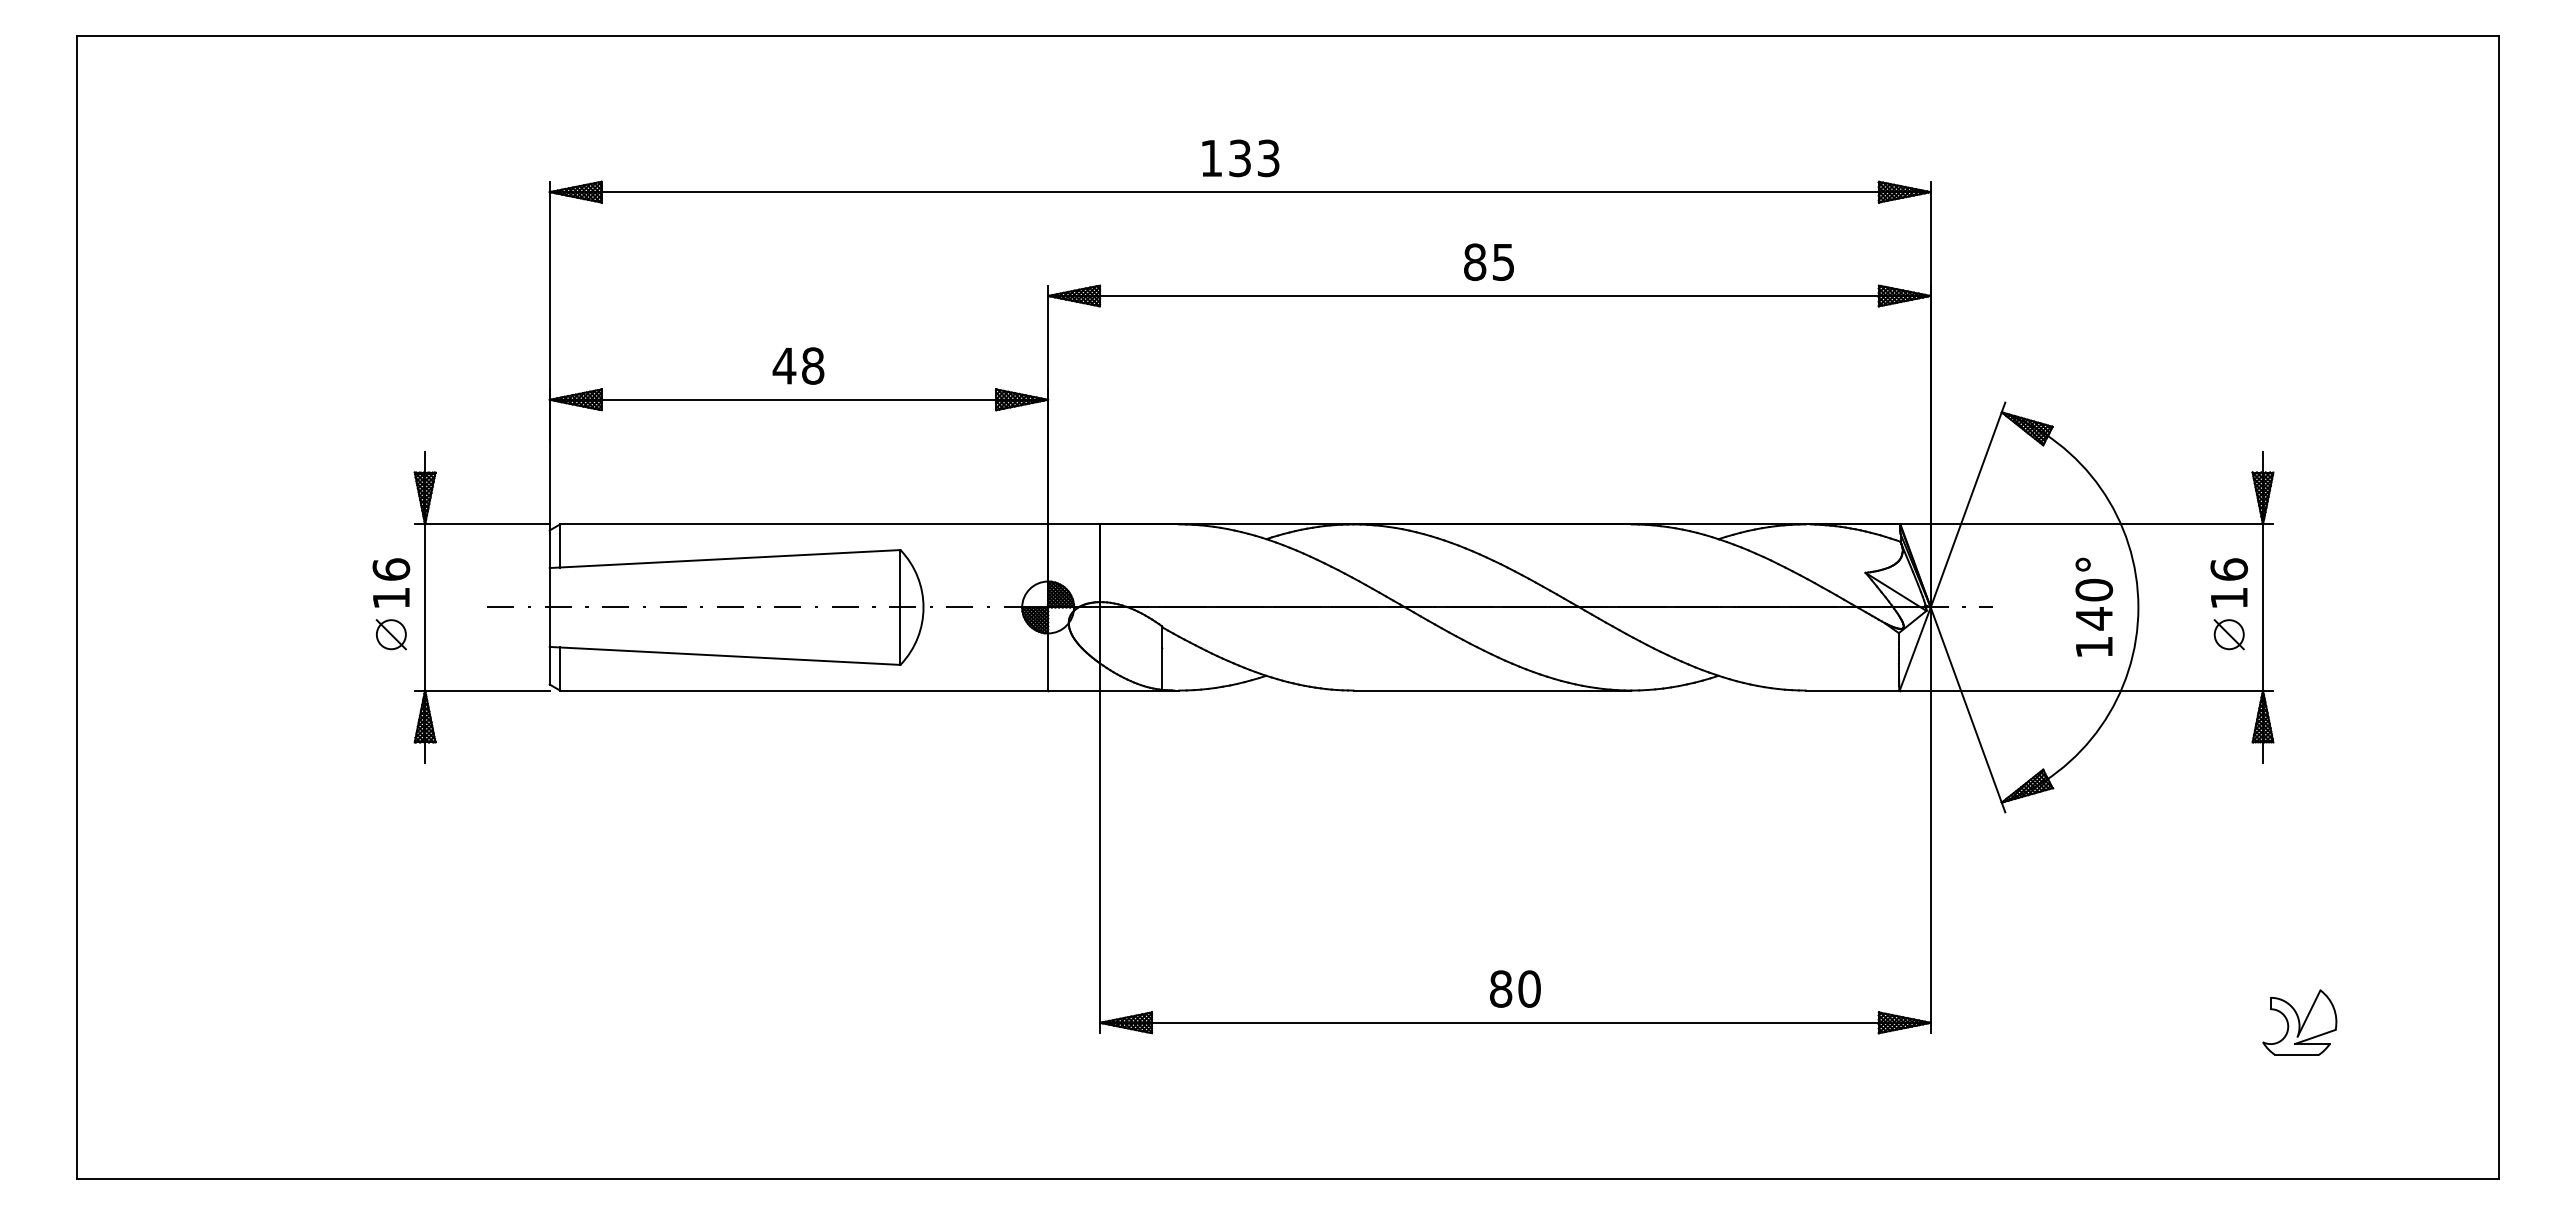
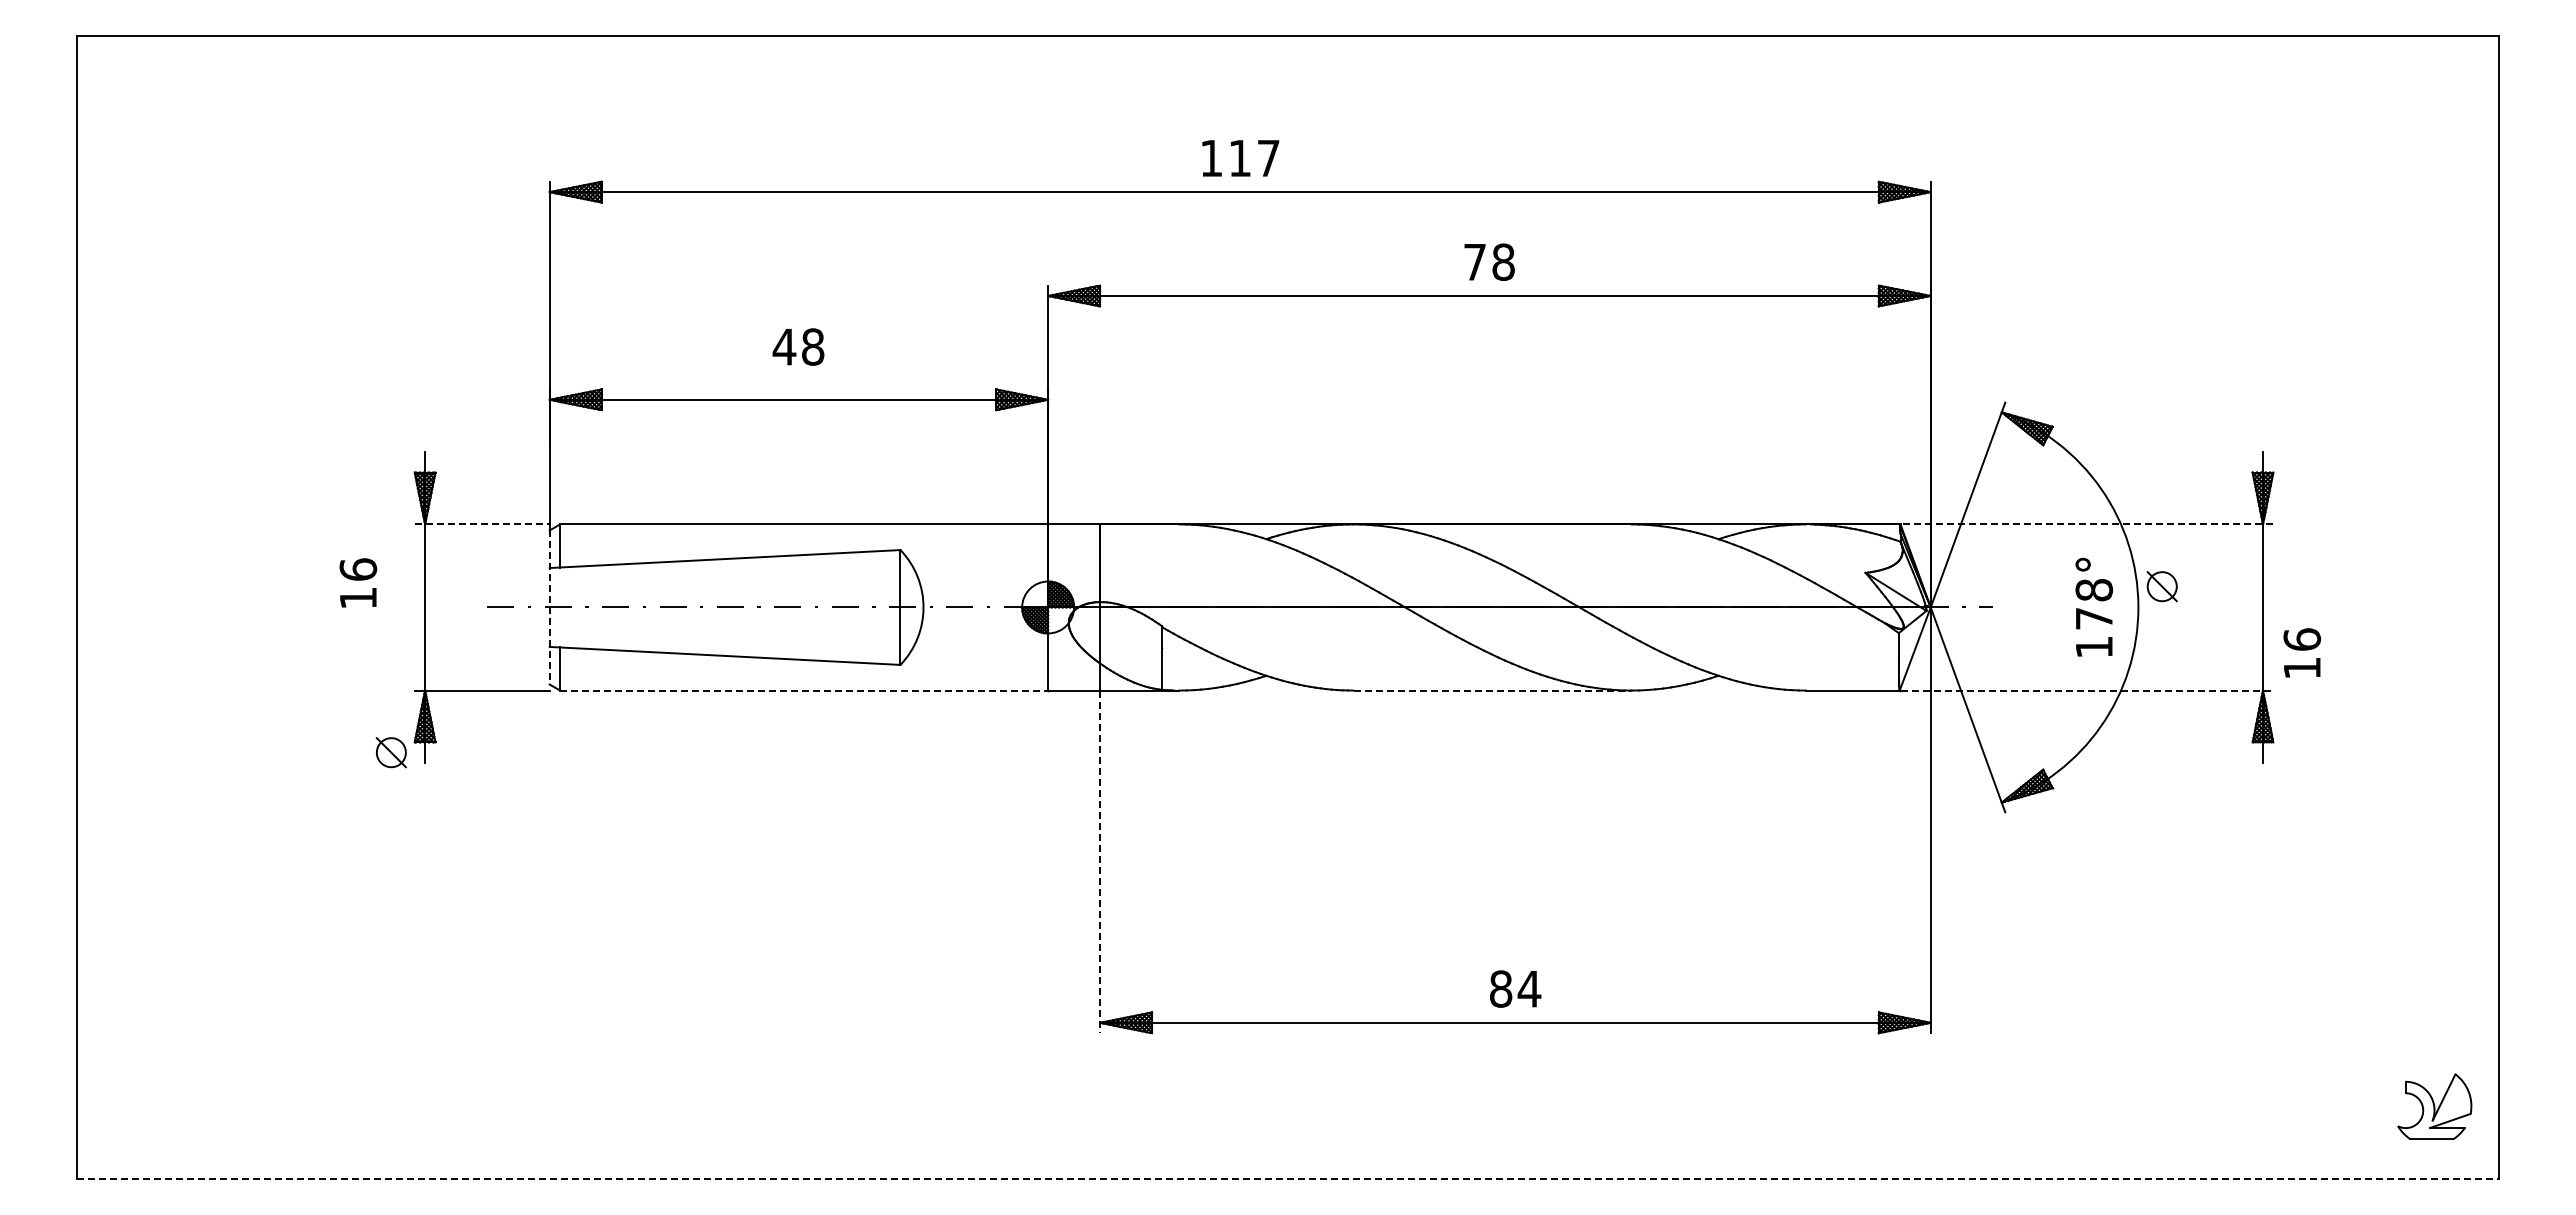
text at (1254, 158): 133 -> 117
text at (1489, 262): 85 -> 78
text at (798, 365) position: (798, 365) -> (798, 346)
line at (482, 524): solid -> dashed
line at (2086, 524): solid -> dashed
text at (391, 582) position: (391, 582) -> (358, 582)
text at (2229, 582) position: (2229, 582) -> (2302, 652)
text at (2093, 604): 140° -> 178°
line at (549, 607): solid -> dashed
part at (390, 634) position: (390, 634) -> (390, 752)
part at (2228, 634) position: (2228, 634) -> (2161, 586)
line at (804, 690): solid -> dashed
line at (1492, 690): solid -> dashed
line at (2087, 690): solid -> dashed
line at (1100, 862): solid -> dashed
text at (1529, 988): 80 -> 84
part at (2299, 1022) position: (2299, 1022) -> (2434, 1106)
line at (1288, 1178): solid -> dashed
